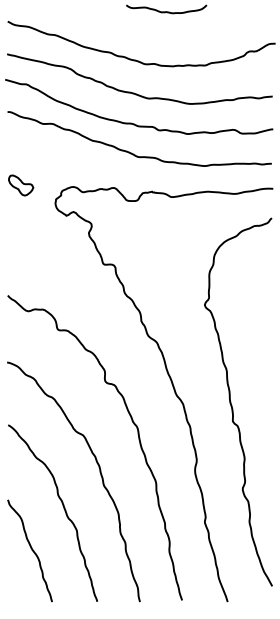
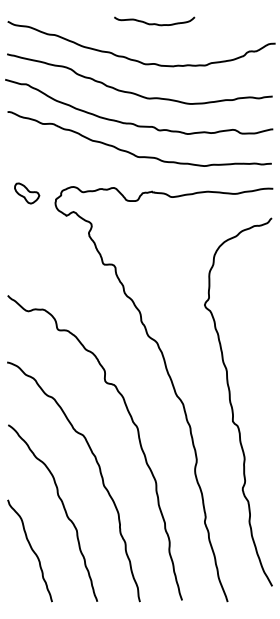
curve at (166, 11) position: (166, 11) -> (154, 23)
part at (21, 185) position: (21, 185) -> (27, 193)
